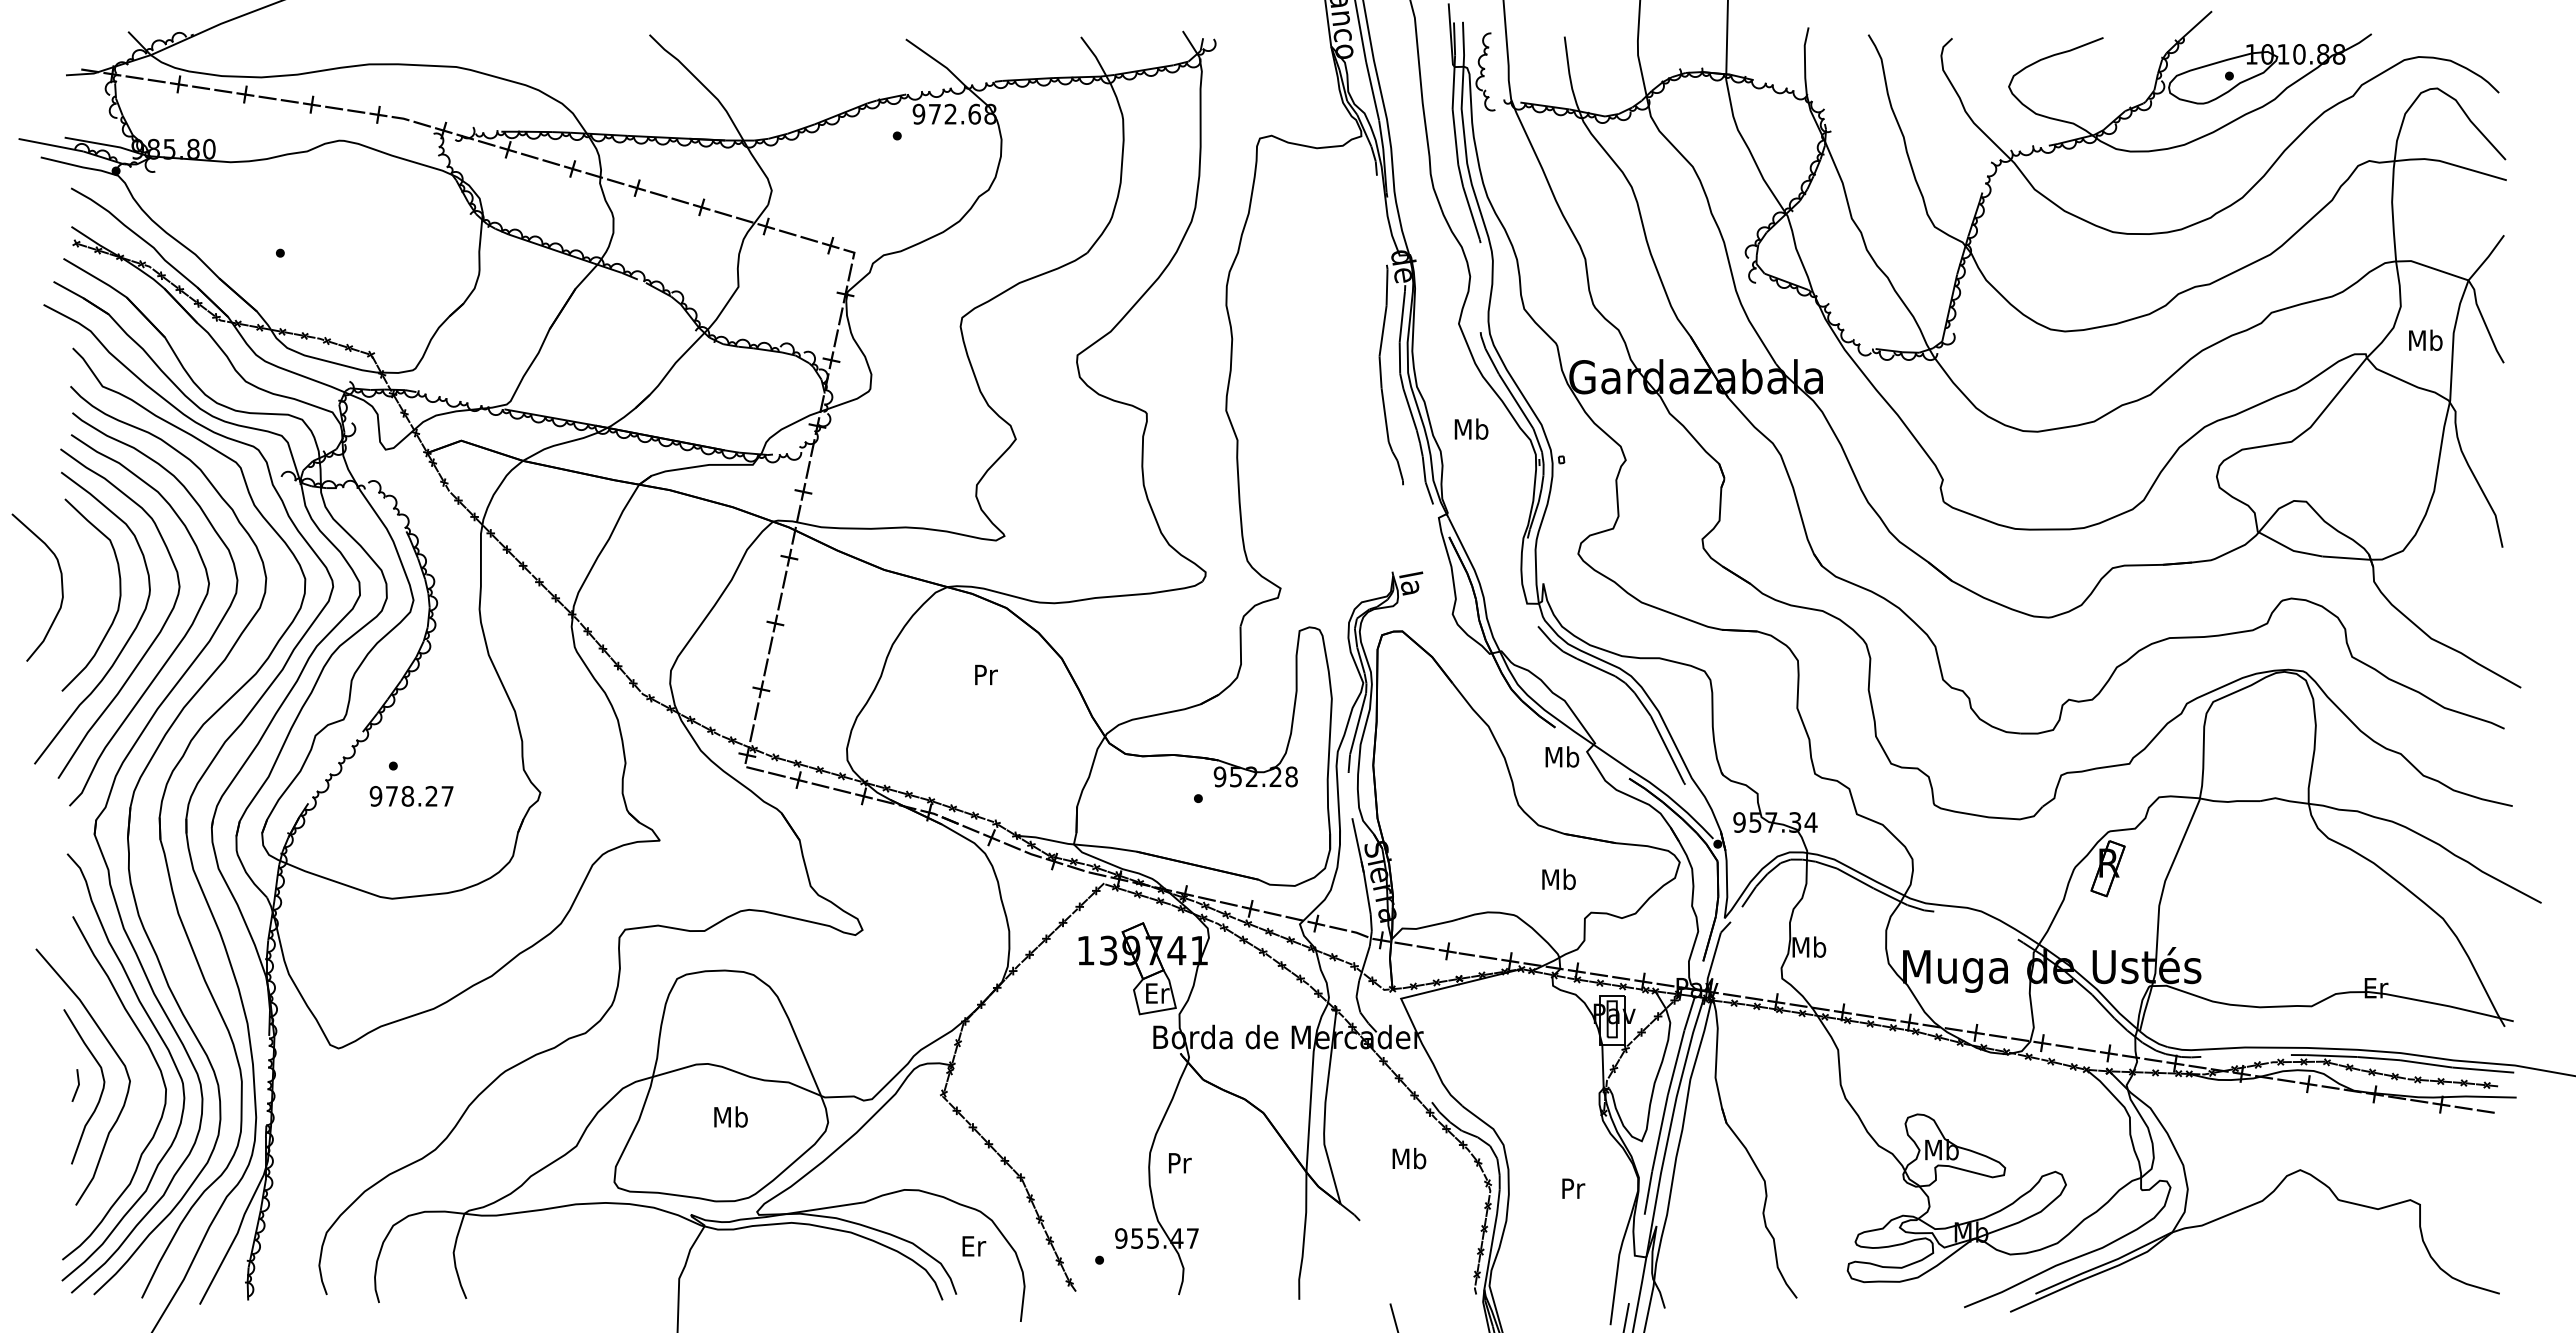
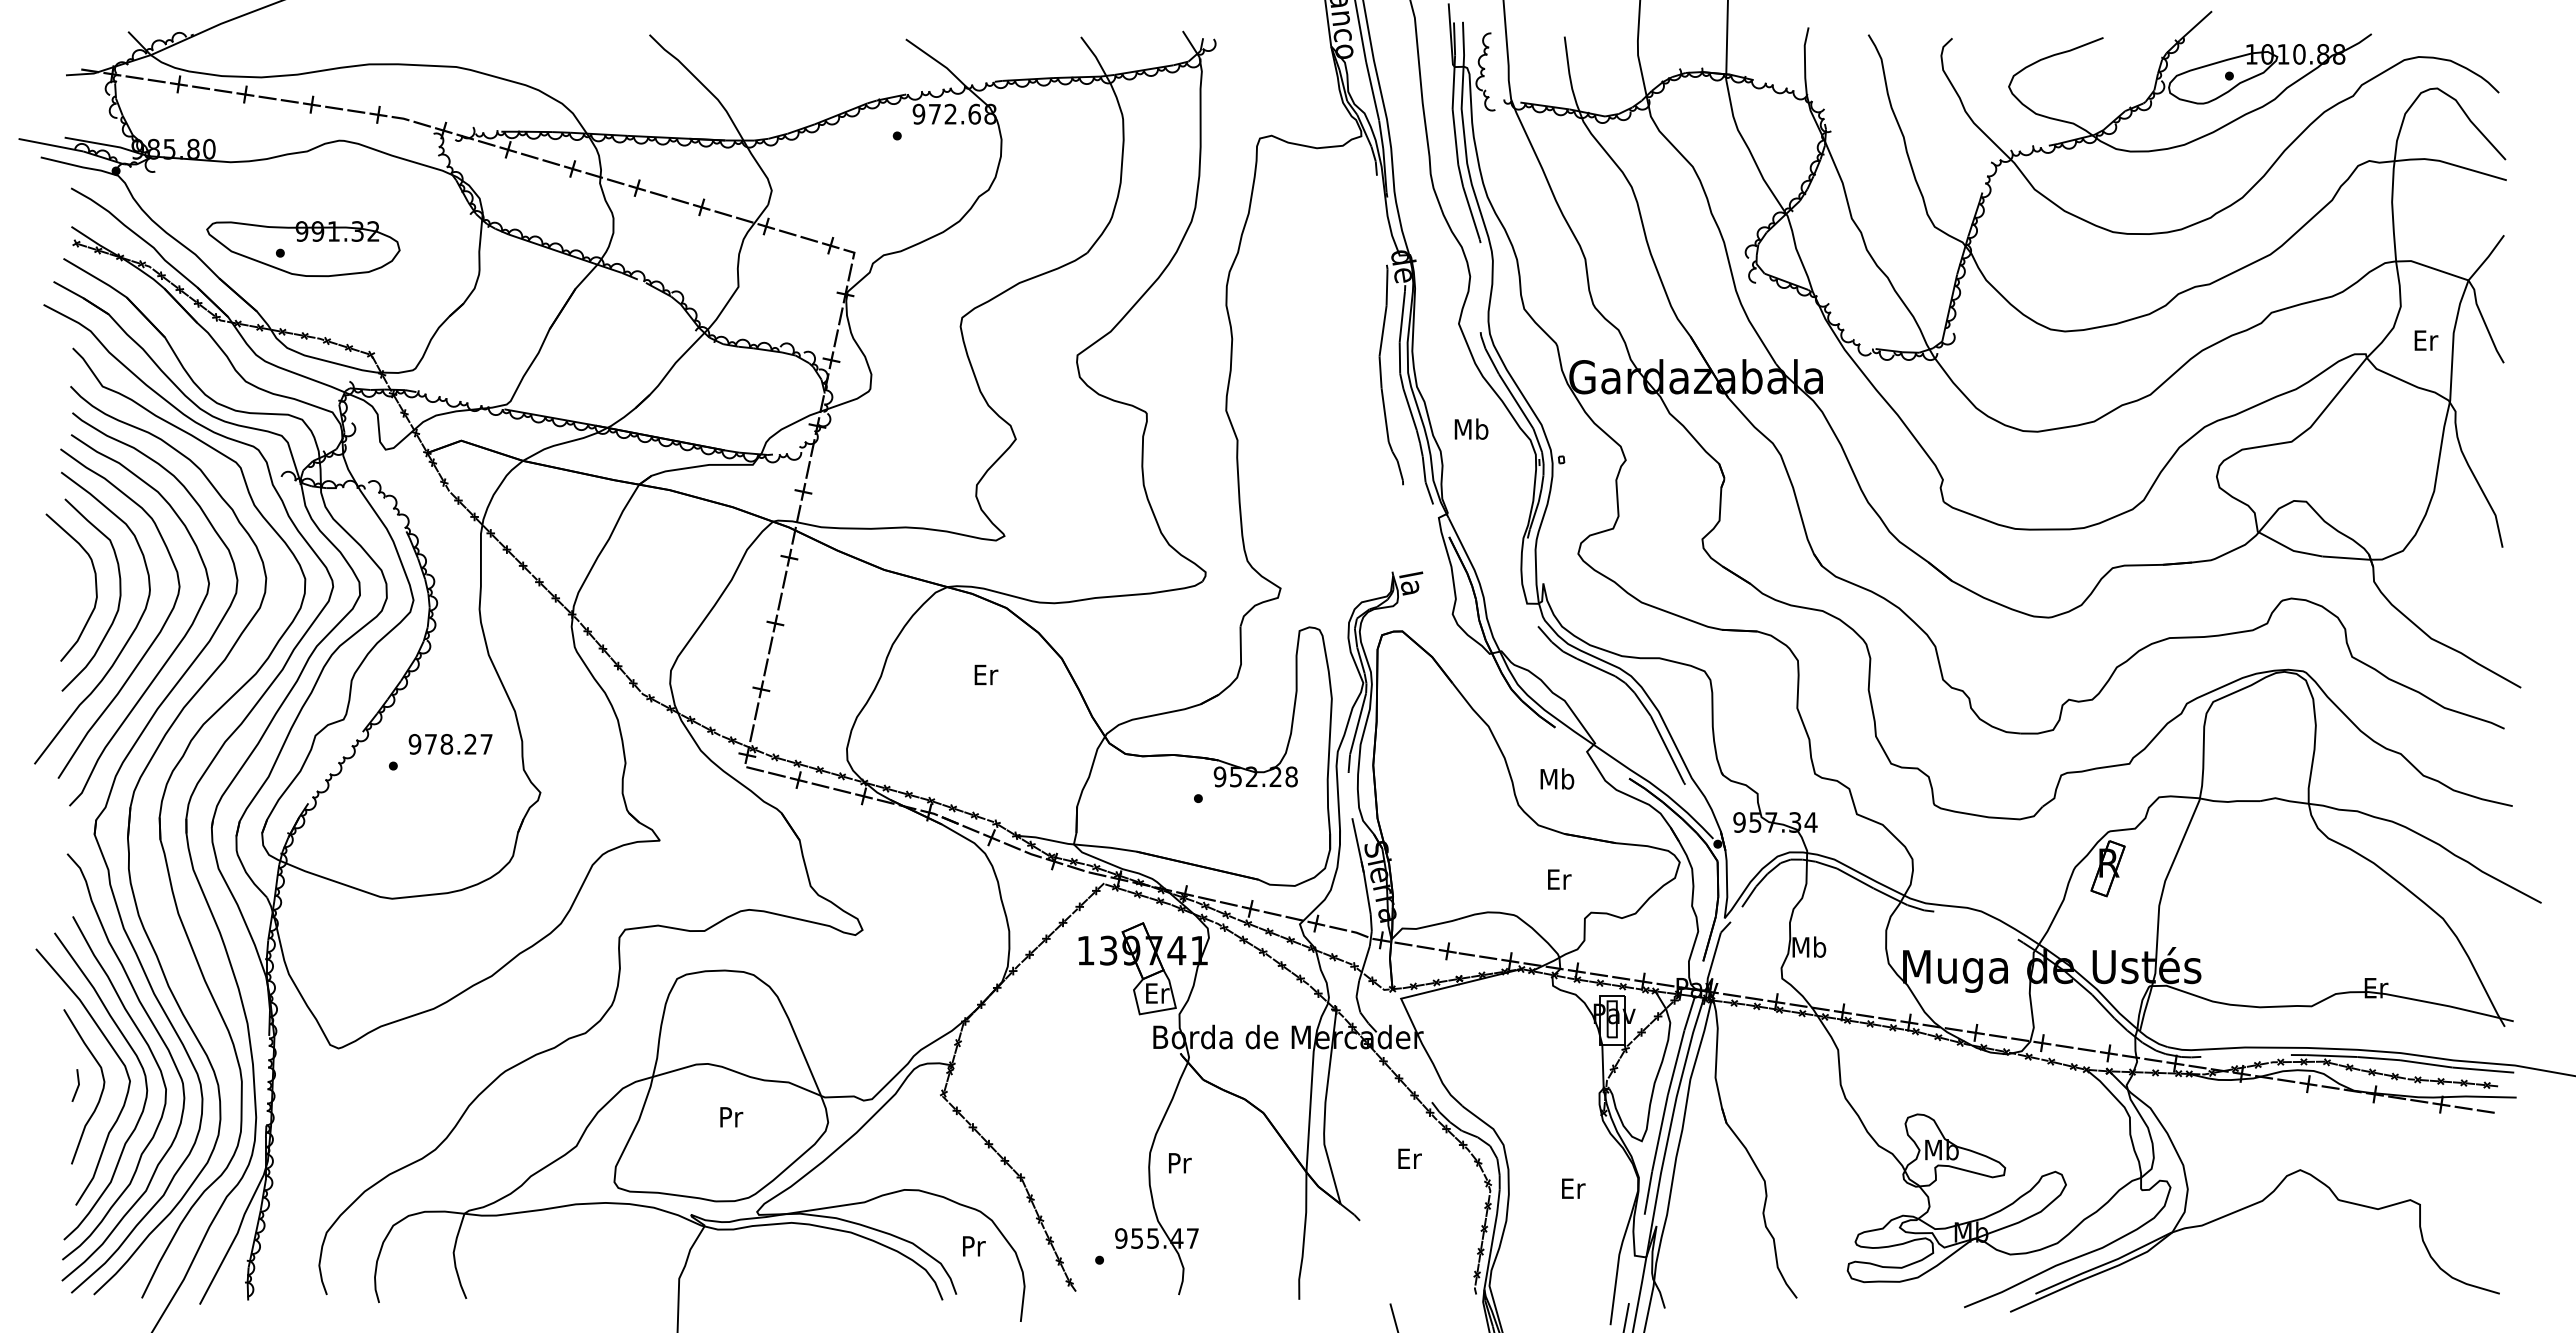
part at (303, 249): none -> present
text at (2425, 339): Mb -> Er
curve at (61, 587) position: (61, 587) -> (95, 587)
text at (986, 674): Pr -> Er
text at (1562, 756) position: (1562, 756) -> (1557, 778)
text at (411, 796) position: (411, 796) -> (450, 744)
text at (1558, 879): Mb -> Er
curve at (144, 1078): none -> present
text at (730, 1116): Mb -> Pr
text at (1409, 1158): Mb -> Er
text at (1573, 1188): Pr -> Er
text at (974, 1246): Er -> Pr
